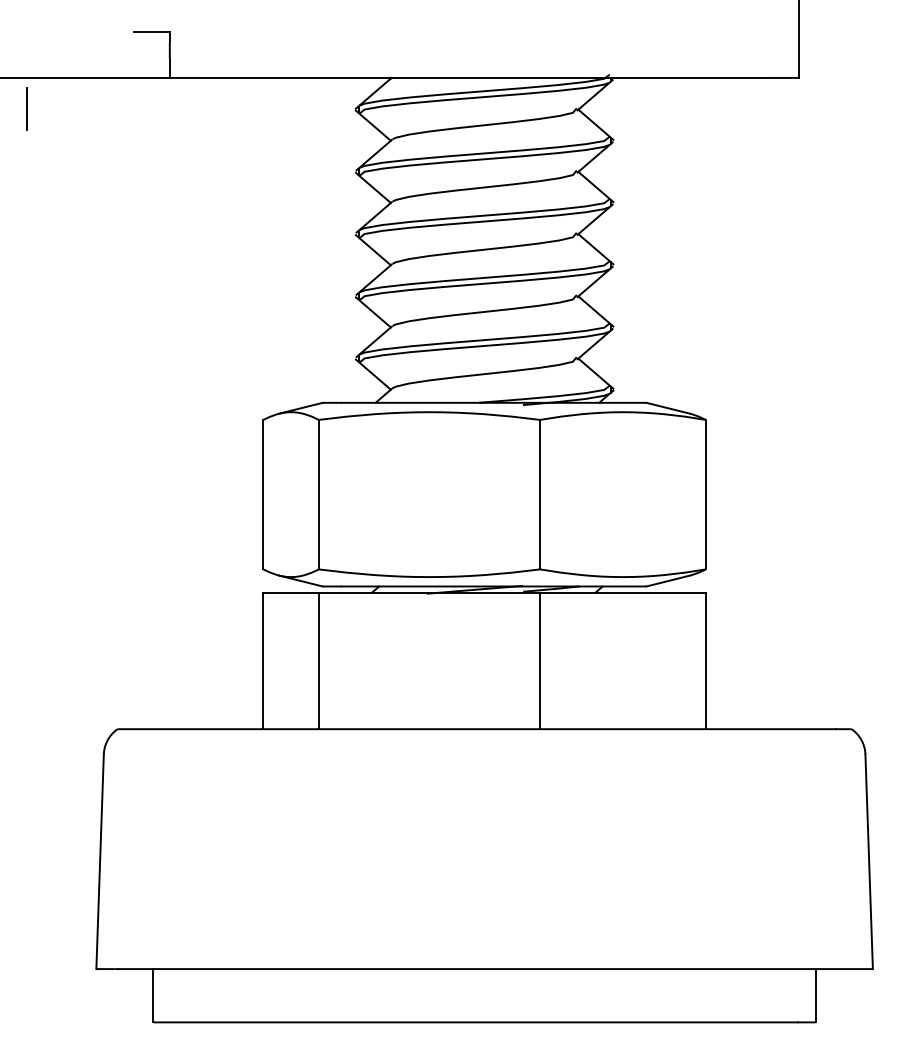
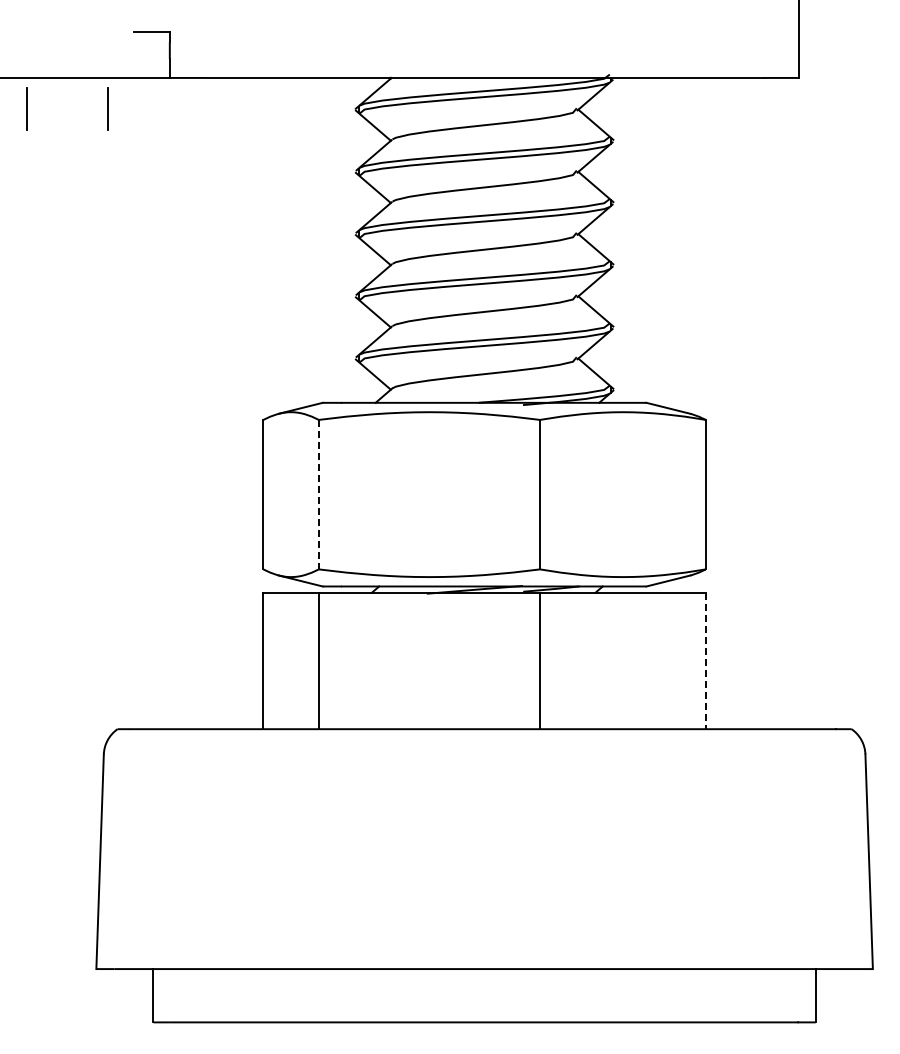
line at (107, 108): none -> present
line at (318, 494): solid -> dashed
line at (705, 661): solid -> dashed
